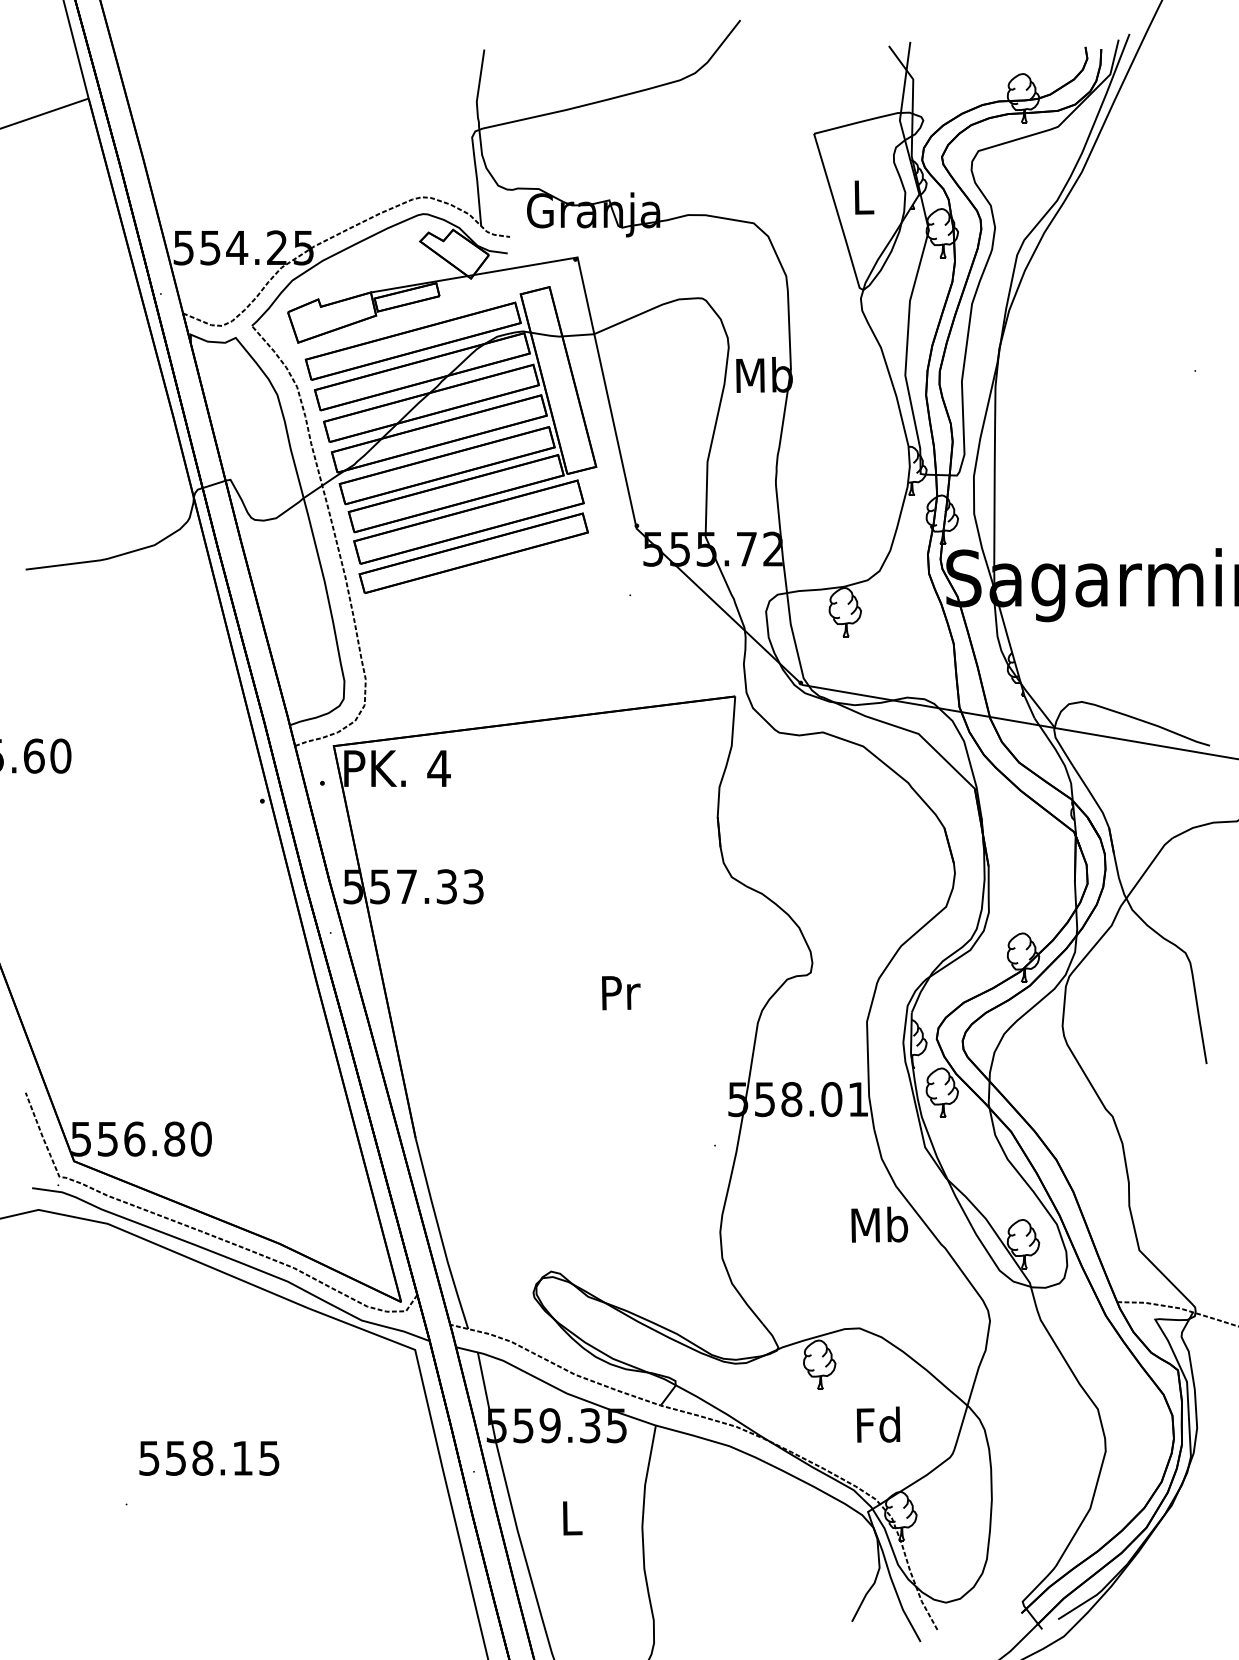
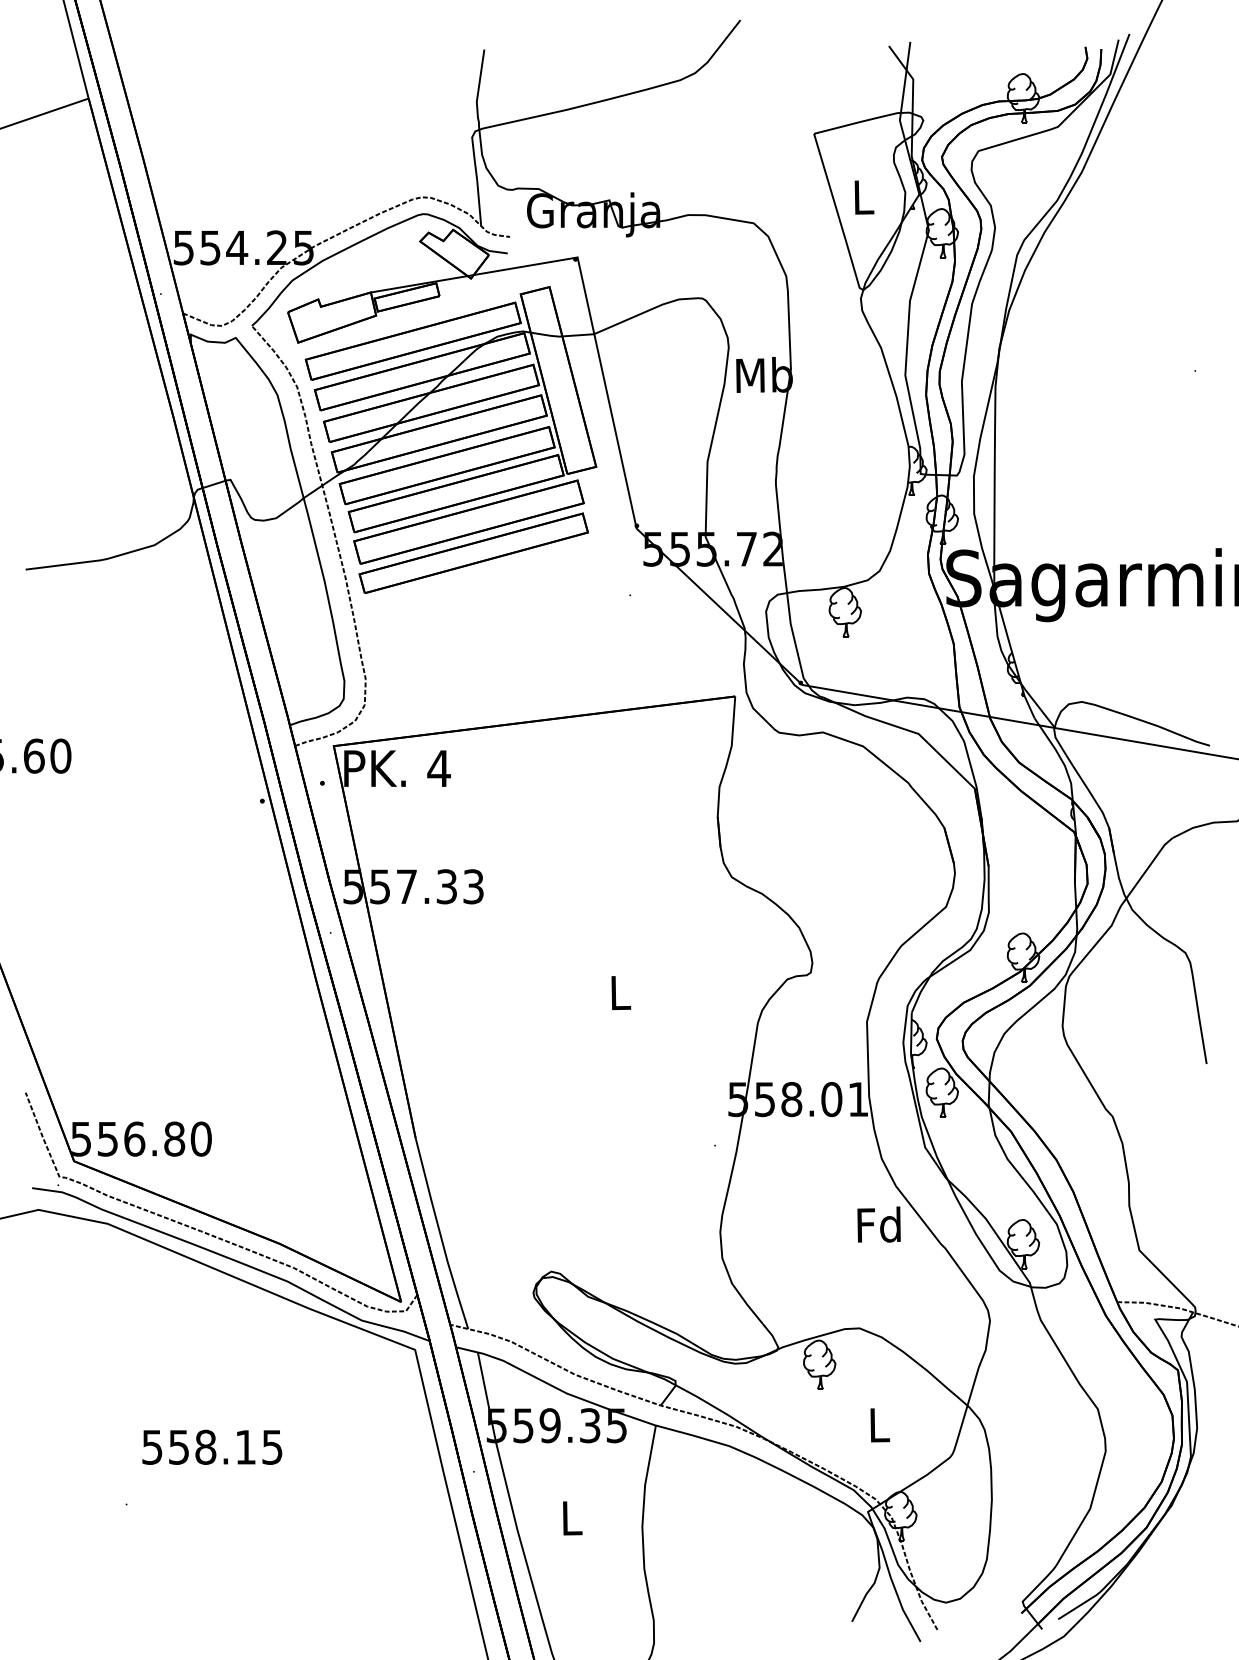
text at (621, 993): Pr -> L
text at (879, 1224): Mb -> Fd
text at (878, 1424): Fd -> L
text at (209, 1457) position: (209, 1457) -> (212, 1446)
